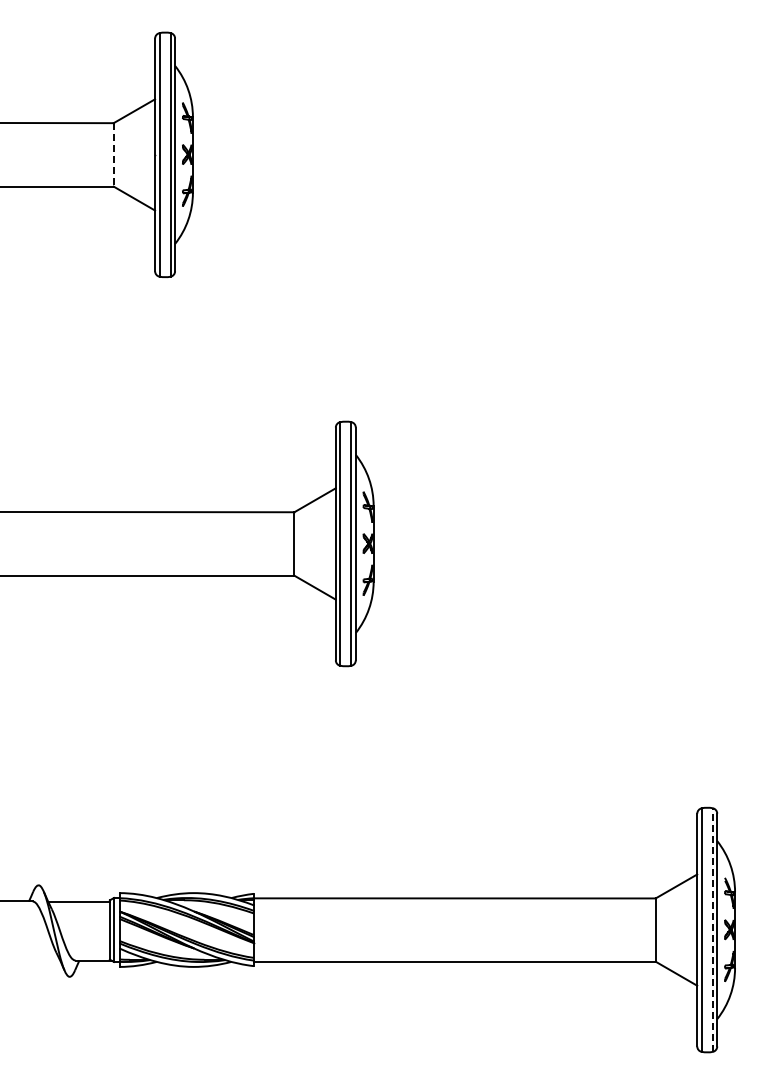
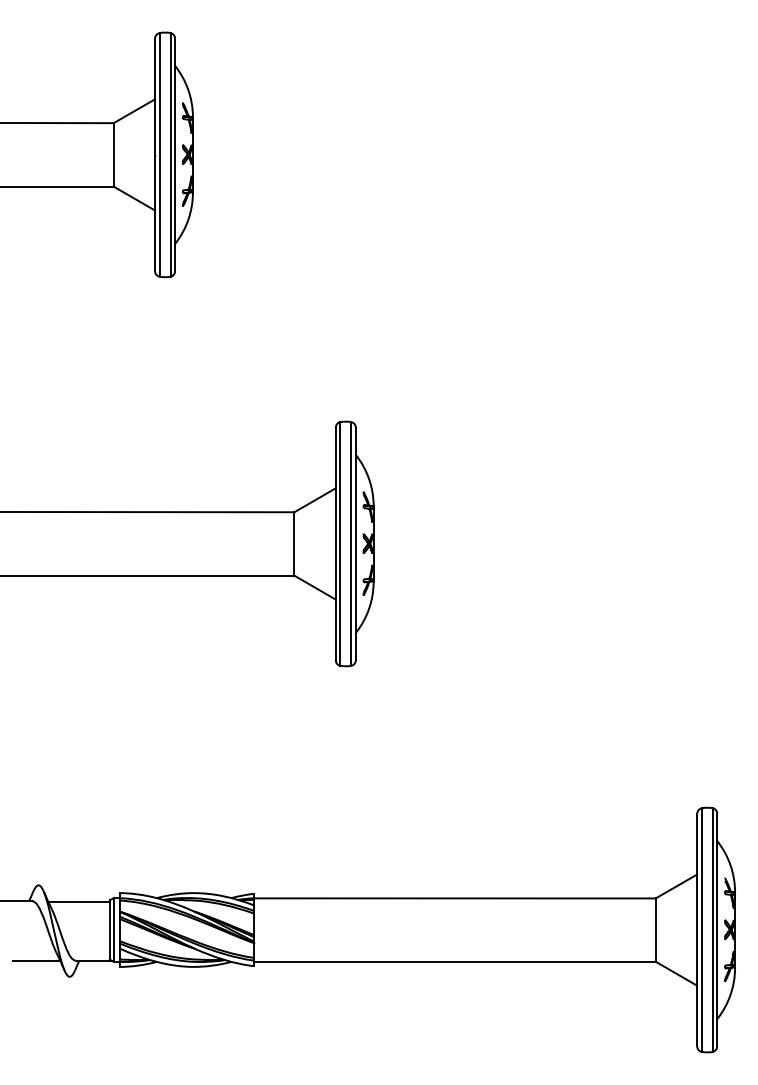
line at (113, 154): dashed -> solid
line at (712, 930): dashed -> solid
line at (36, 960): none -> present
